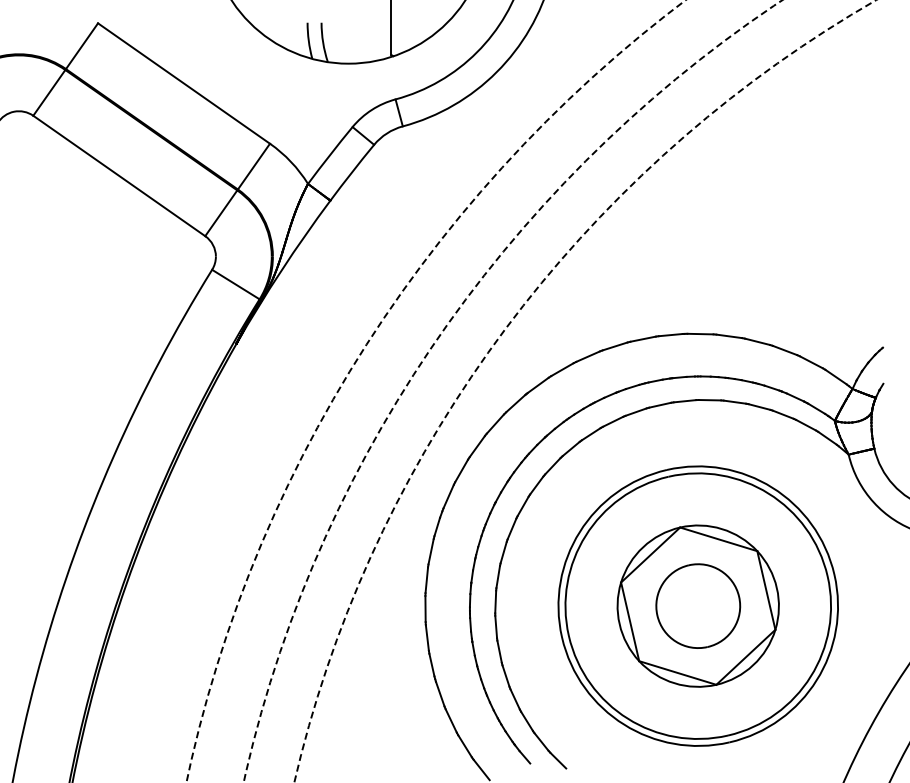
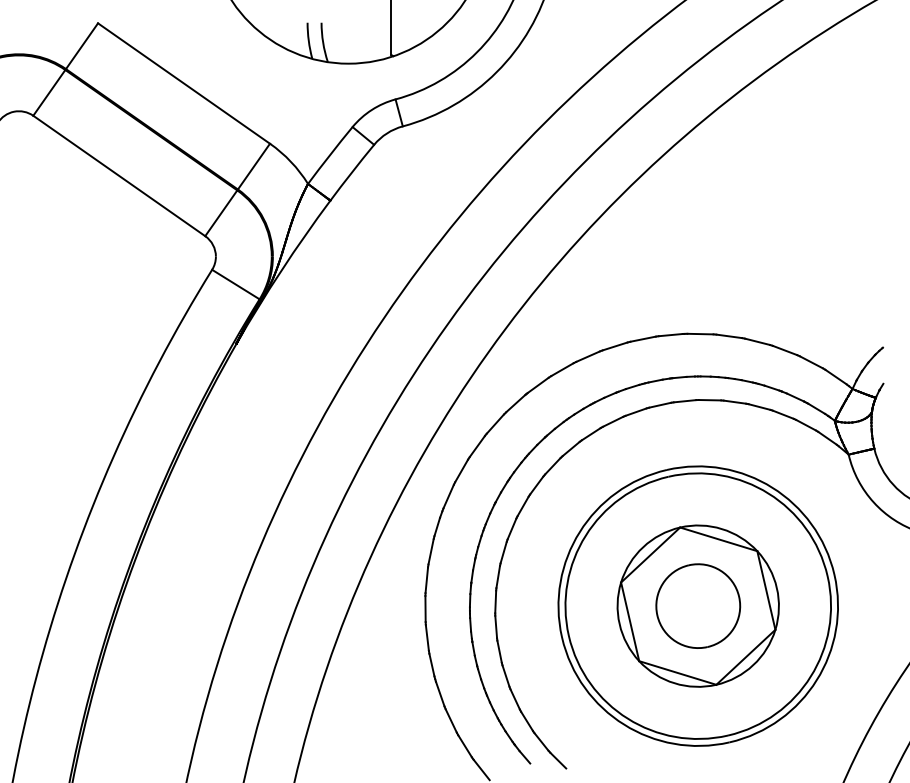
arc at (504, 329): dashed -> solid
arc at (437, 339): dashed -> solid
arc at (363, 348): dashed -> solid
